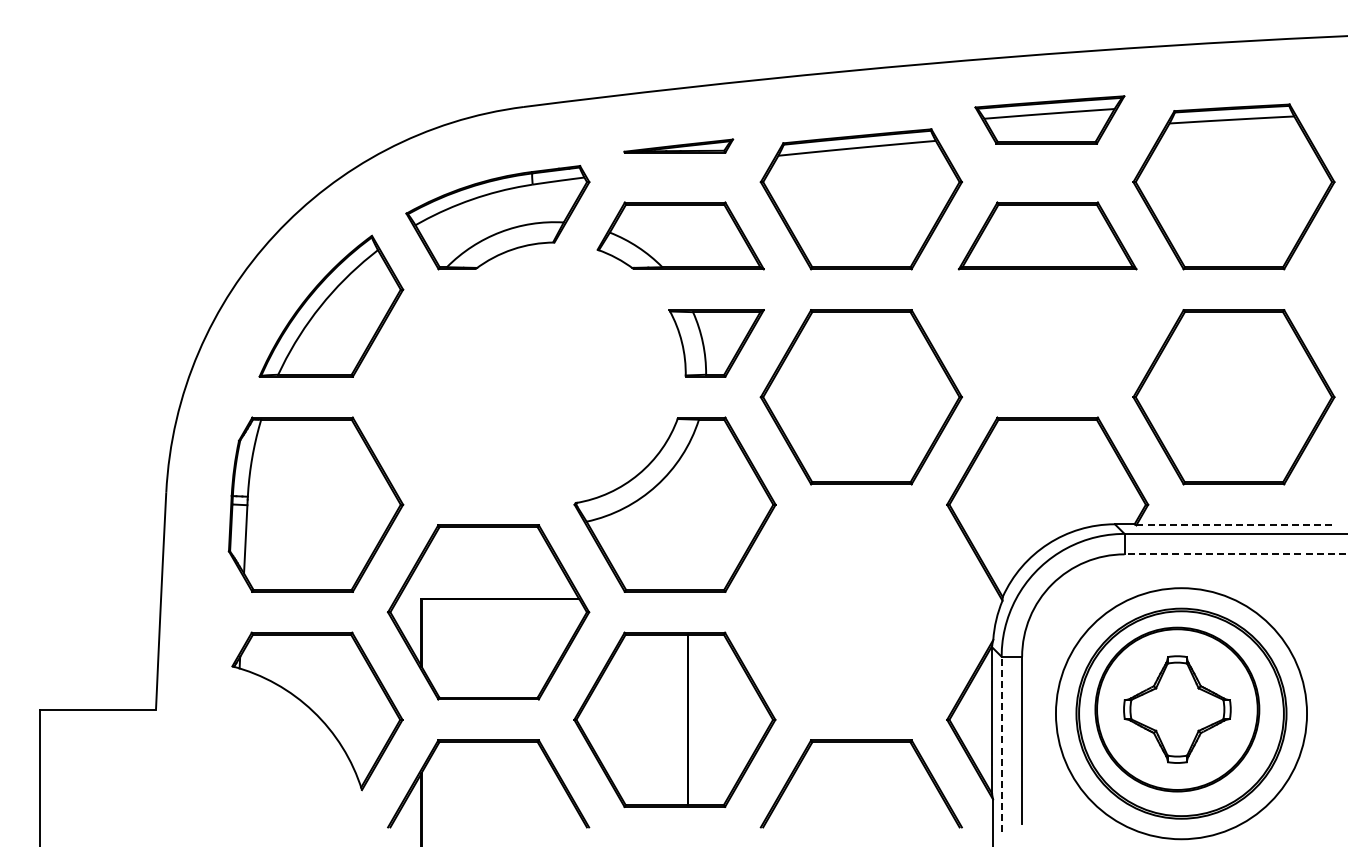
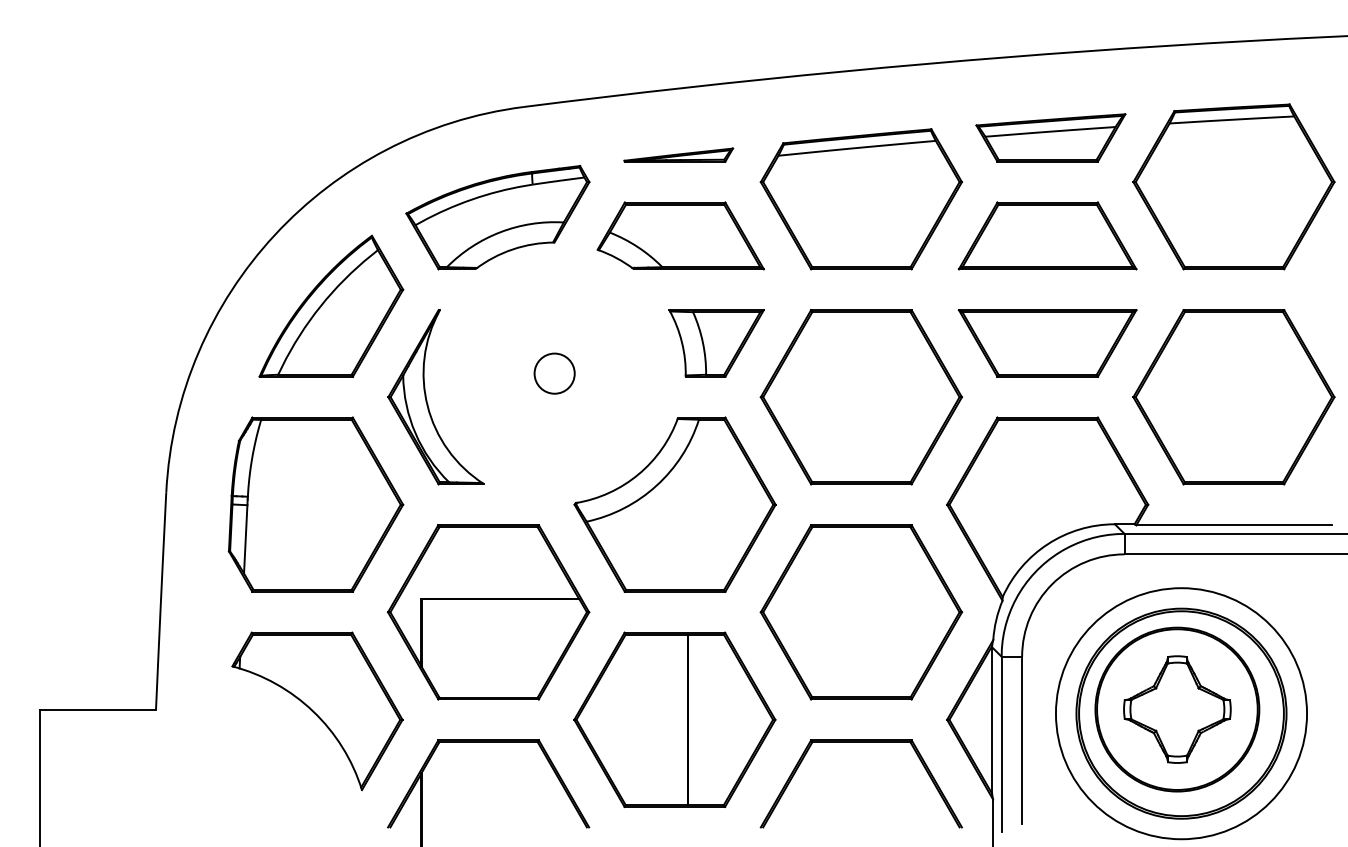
part at (1049, 119) position: (1049, 119) -> (1050, 137)
part at (678, 145) position: (678, 145) -> (678, 154)
part at (1047, 343): none -> present
circle at (554, 373): none -> present
part at (427, 400): none -> present
line at (1233, 525): dashed -> solid
line at (1235, 554): dashed -> solid
part at (861, 612): none -> present
line at (1001, 744): dashed -> solid
